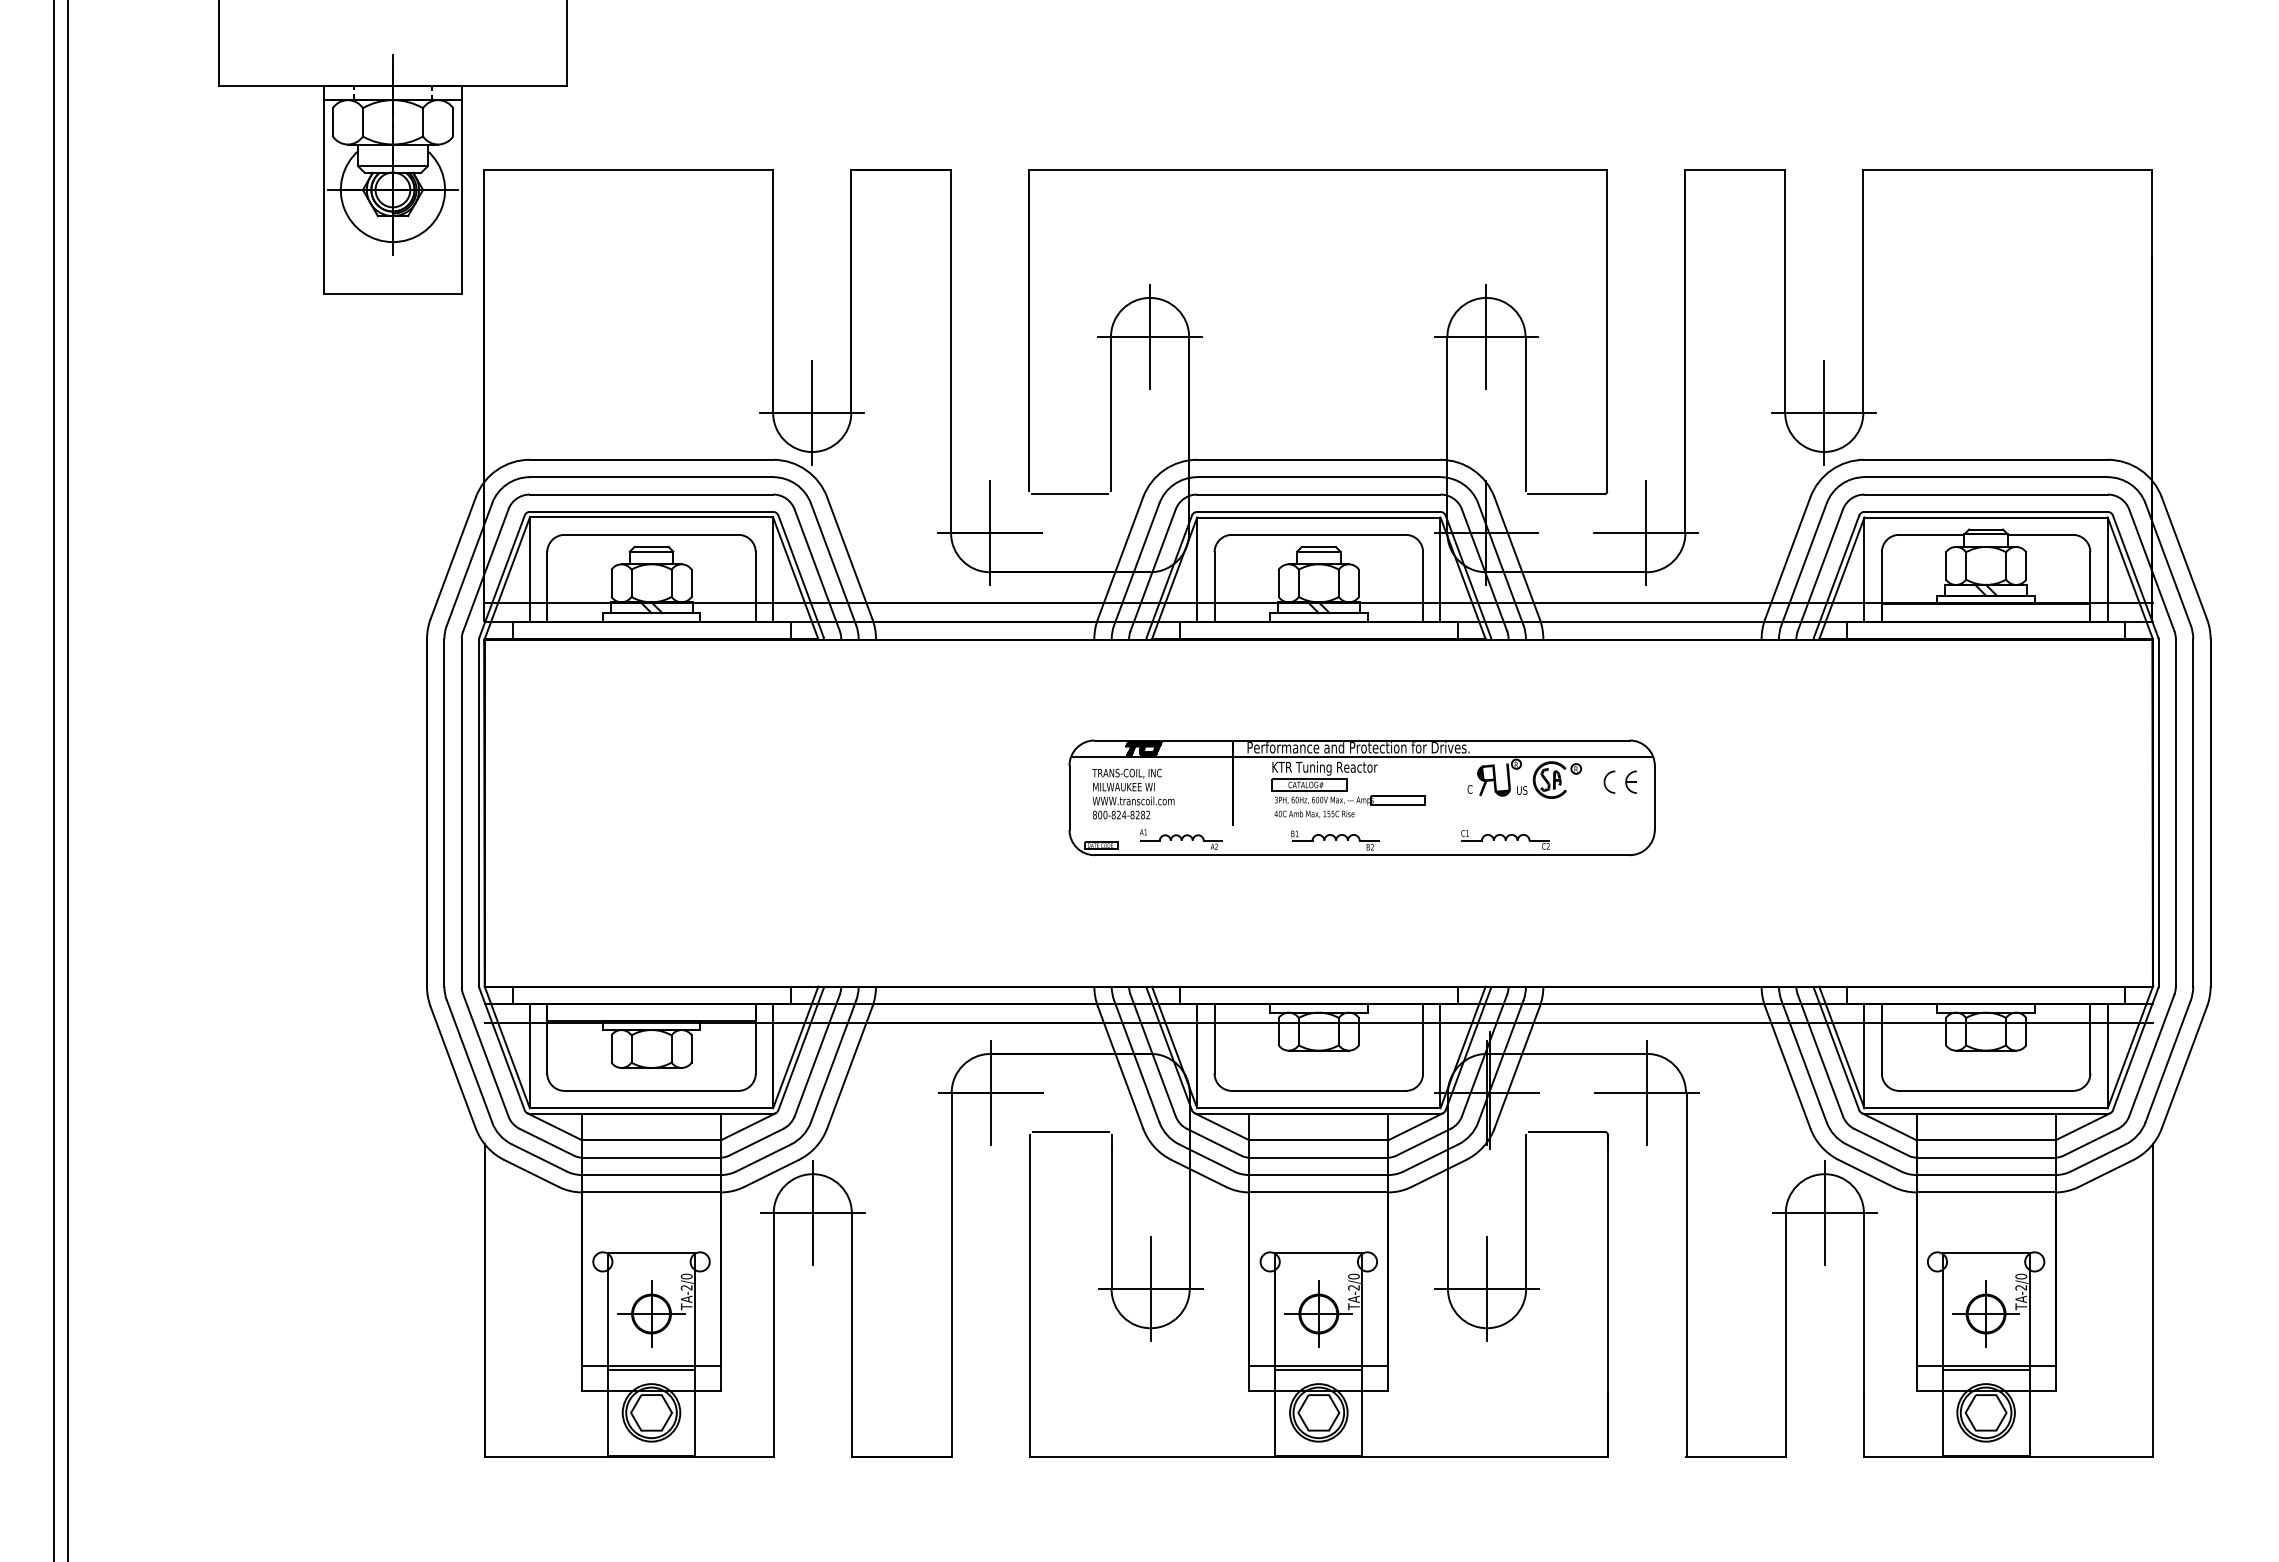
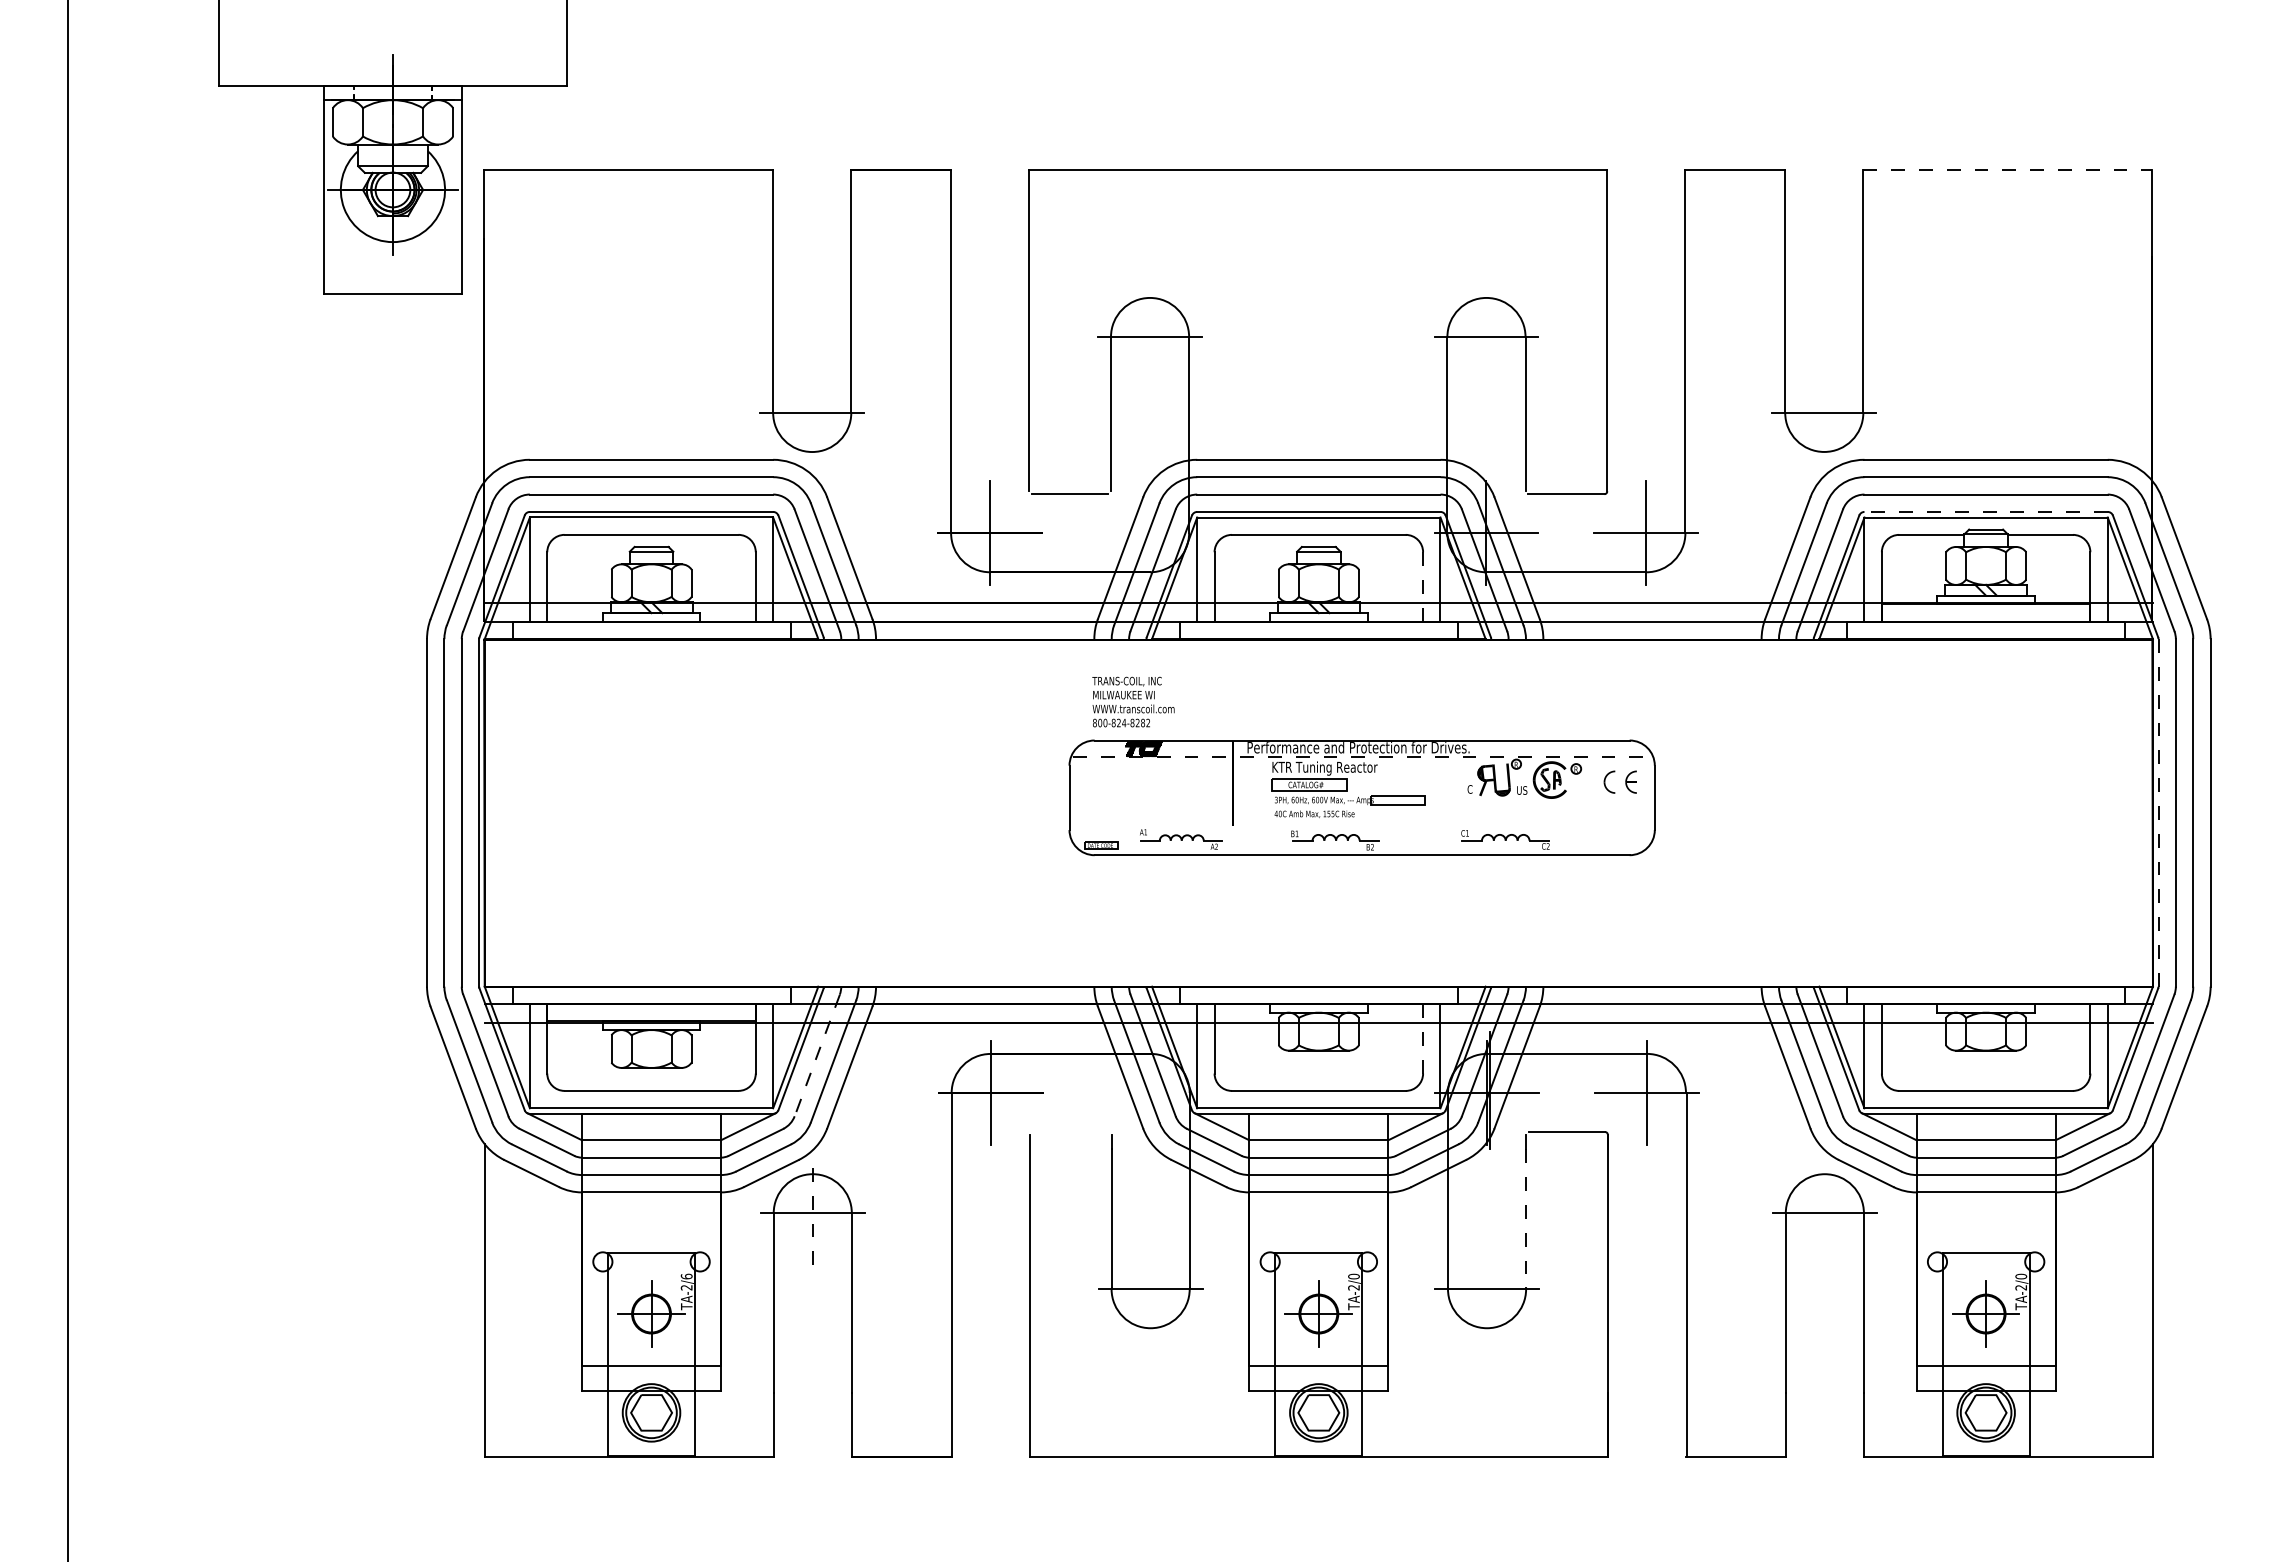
line at (2007, 169): solid -> dashed
line at (1150, 336): present -> none
line at (1486, 336): present -> none
line at (812, 412): present -> none
line at (1824, 412): present -> none
line at (1986, 511): solid -> dashed
line at (1423, 587): solid -> dashed
line at (1363, 757): solid -> dashed
line at (53, 780): present -> none
text at (1133, 793) position: (1133, 793) -> (1133, 701)
line at (2158, 812): solid -> dashed
line at (1423, 1038): solid -> dashed
line at (817, 1055): solid -> dashed
line at (1070, 1132): present -> none
line at (812, 1213): solid -> dashed
line at (1824, 1213): present -> none
line at (1526, 1218): solid -> dashed
text at (686, 1276): TA-2/0 -> TA-2/6
line at (1150, 1289): present -> none
line at (1487, 1289): present -> none
line at (651, 1369): present -> none
line at (1318, 1369): present -> none
line at (1985, 1369): present -> none
